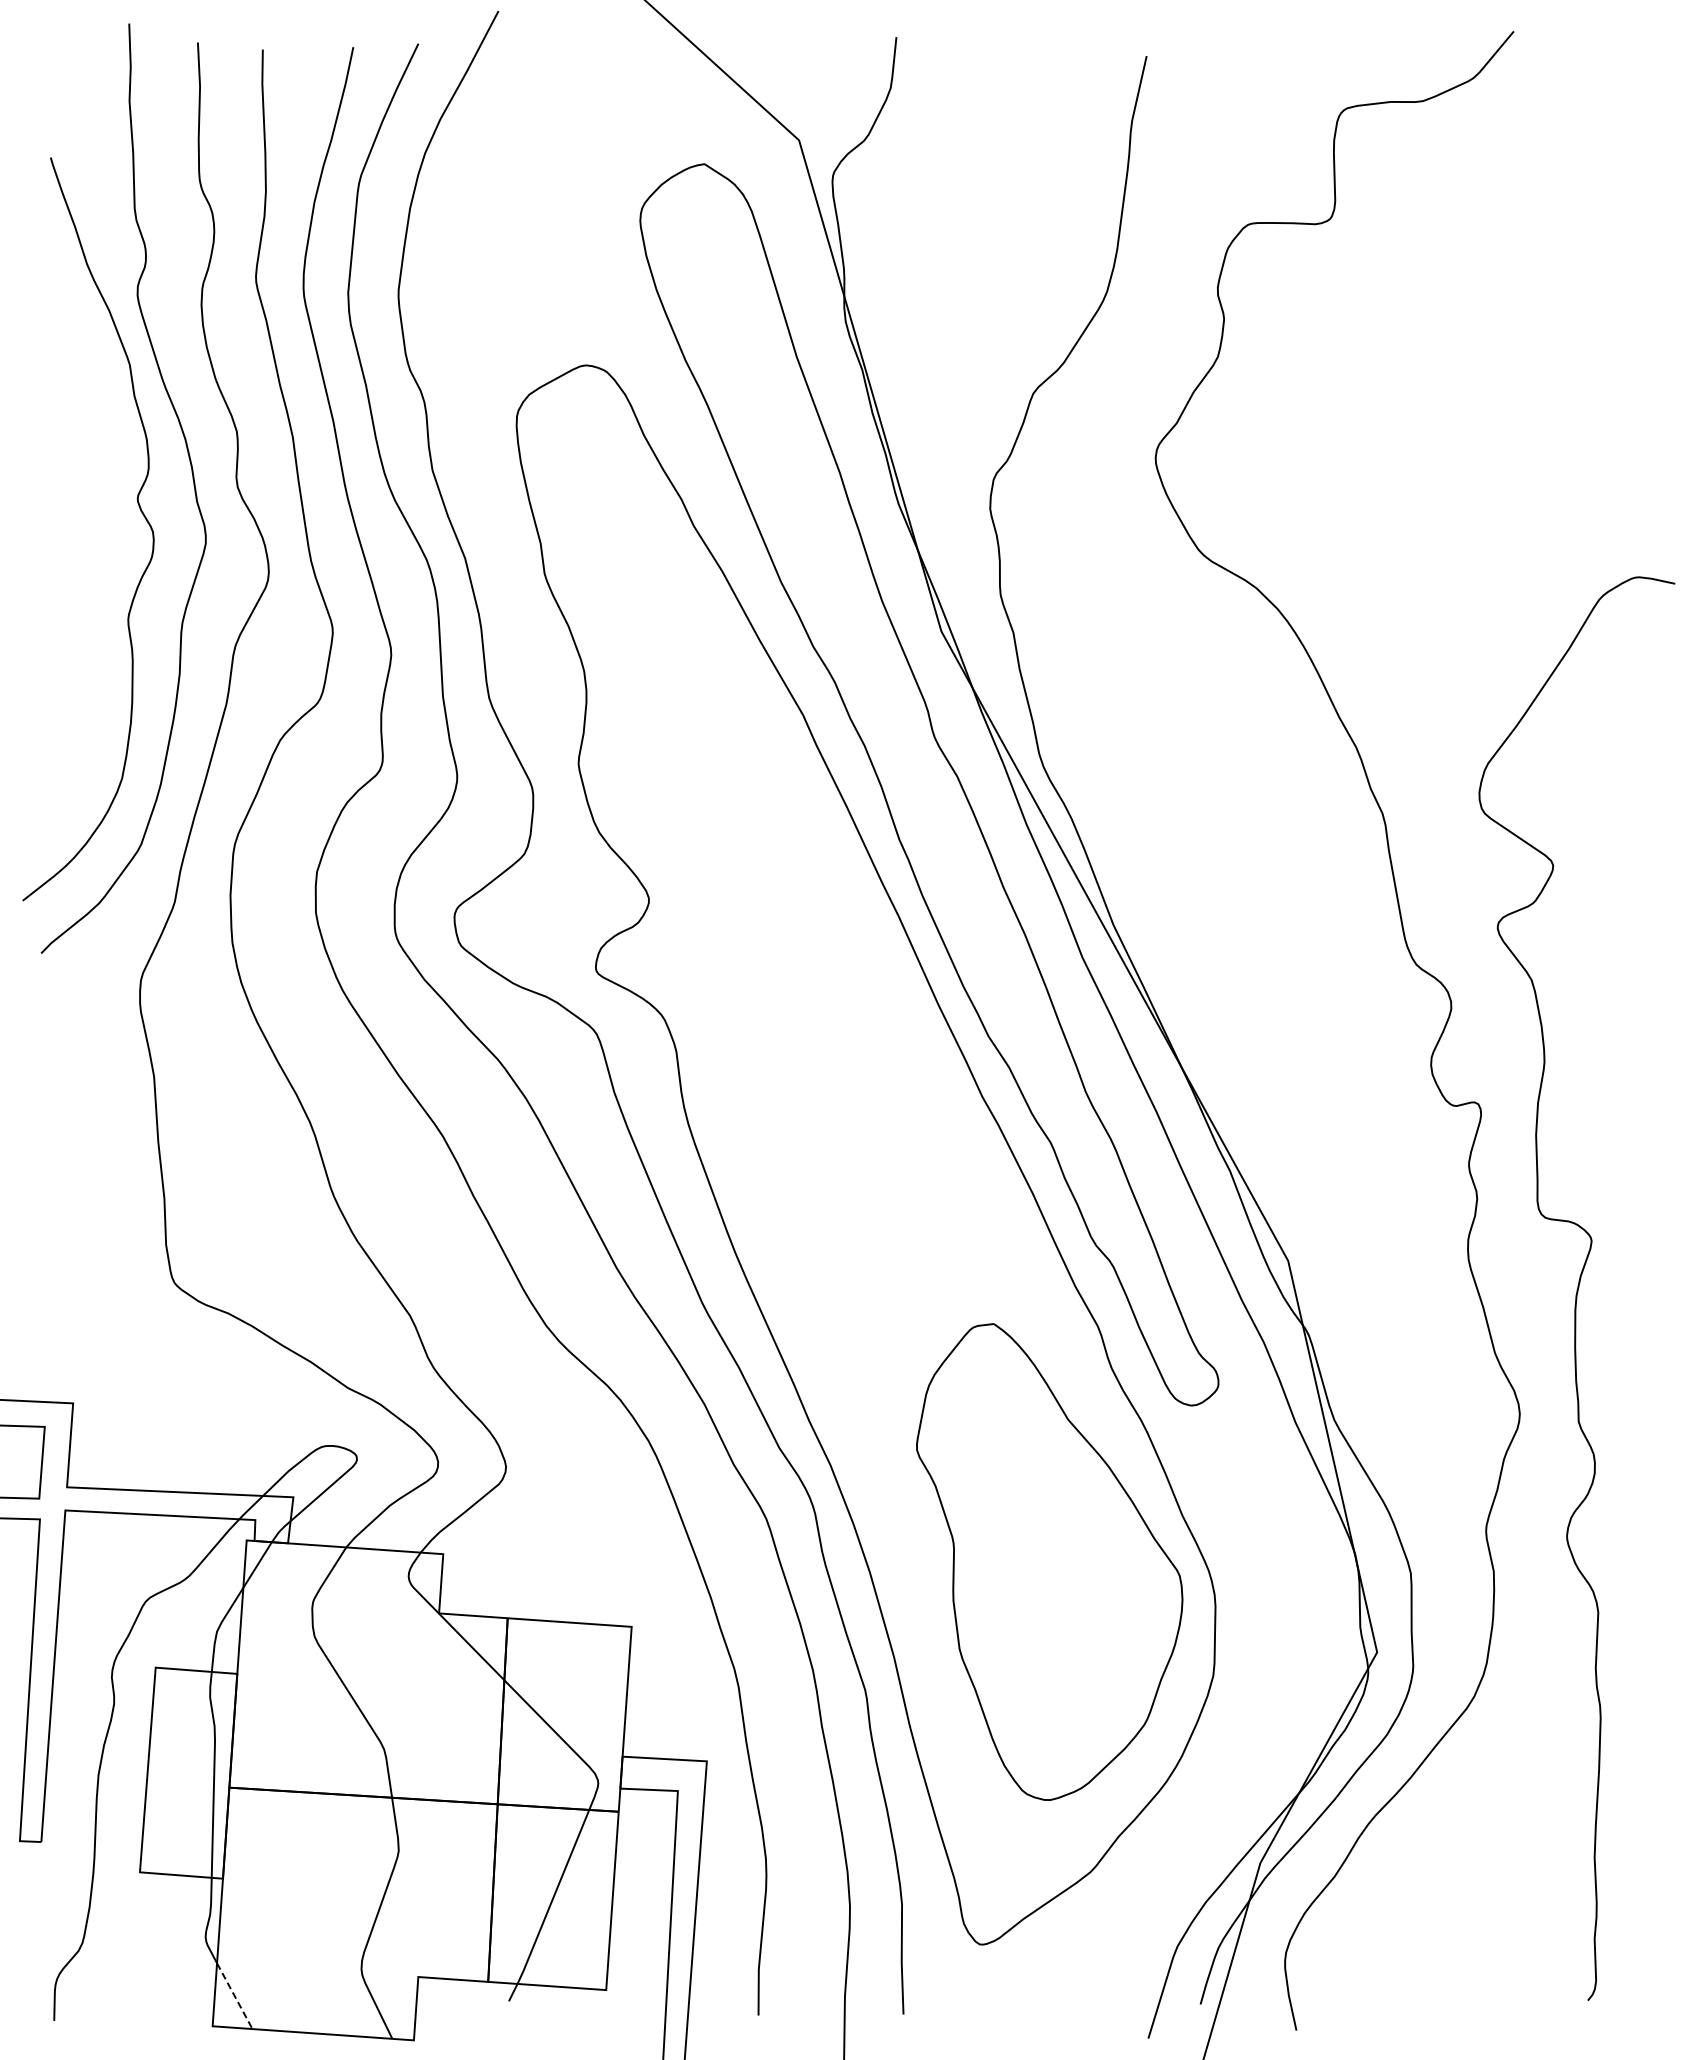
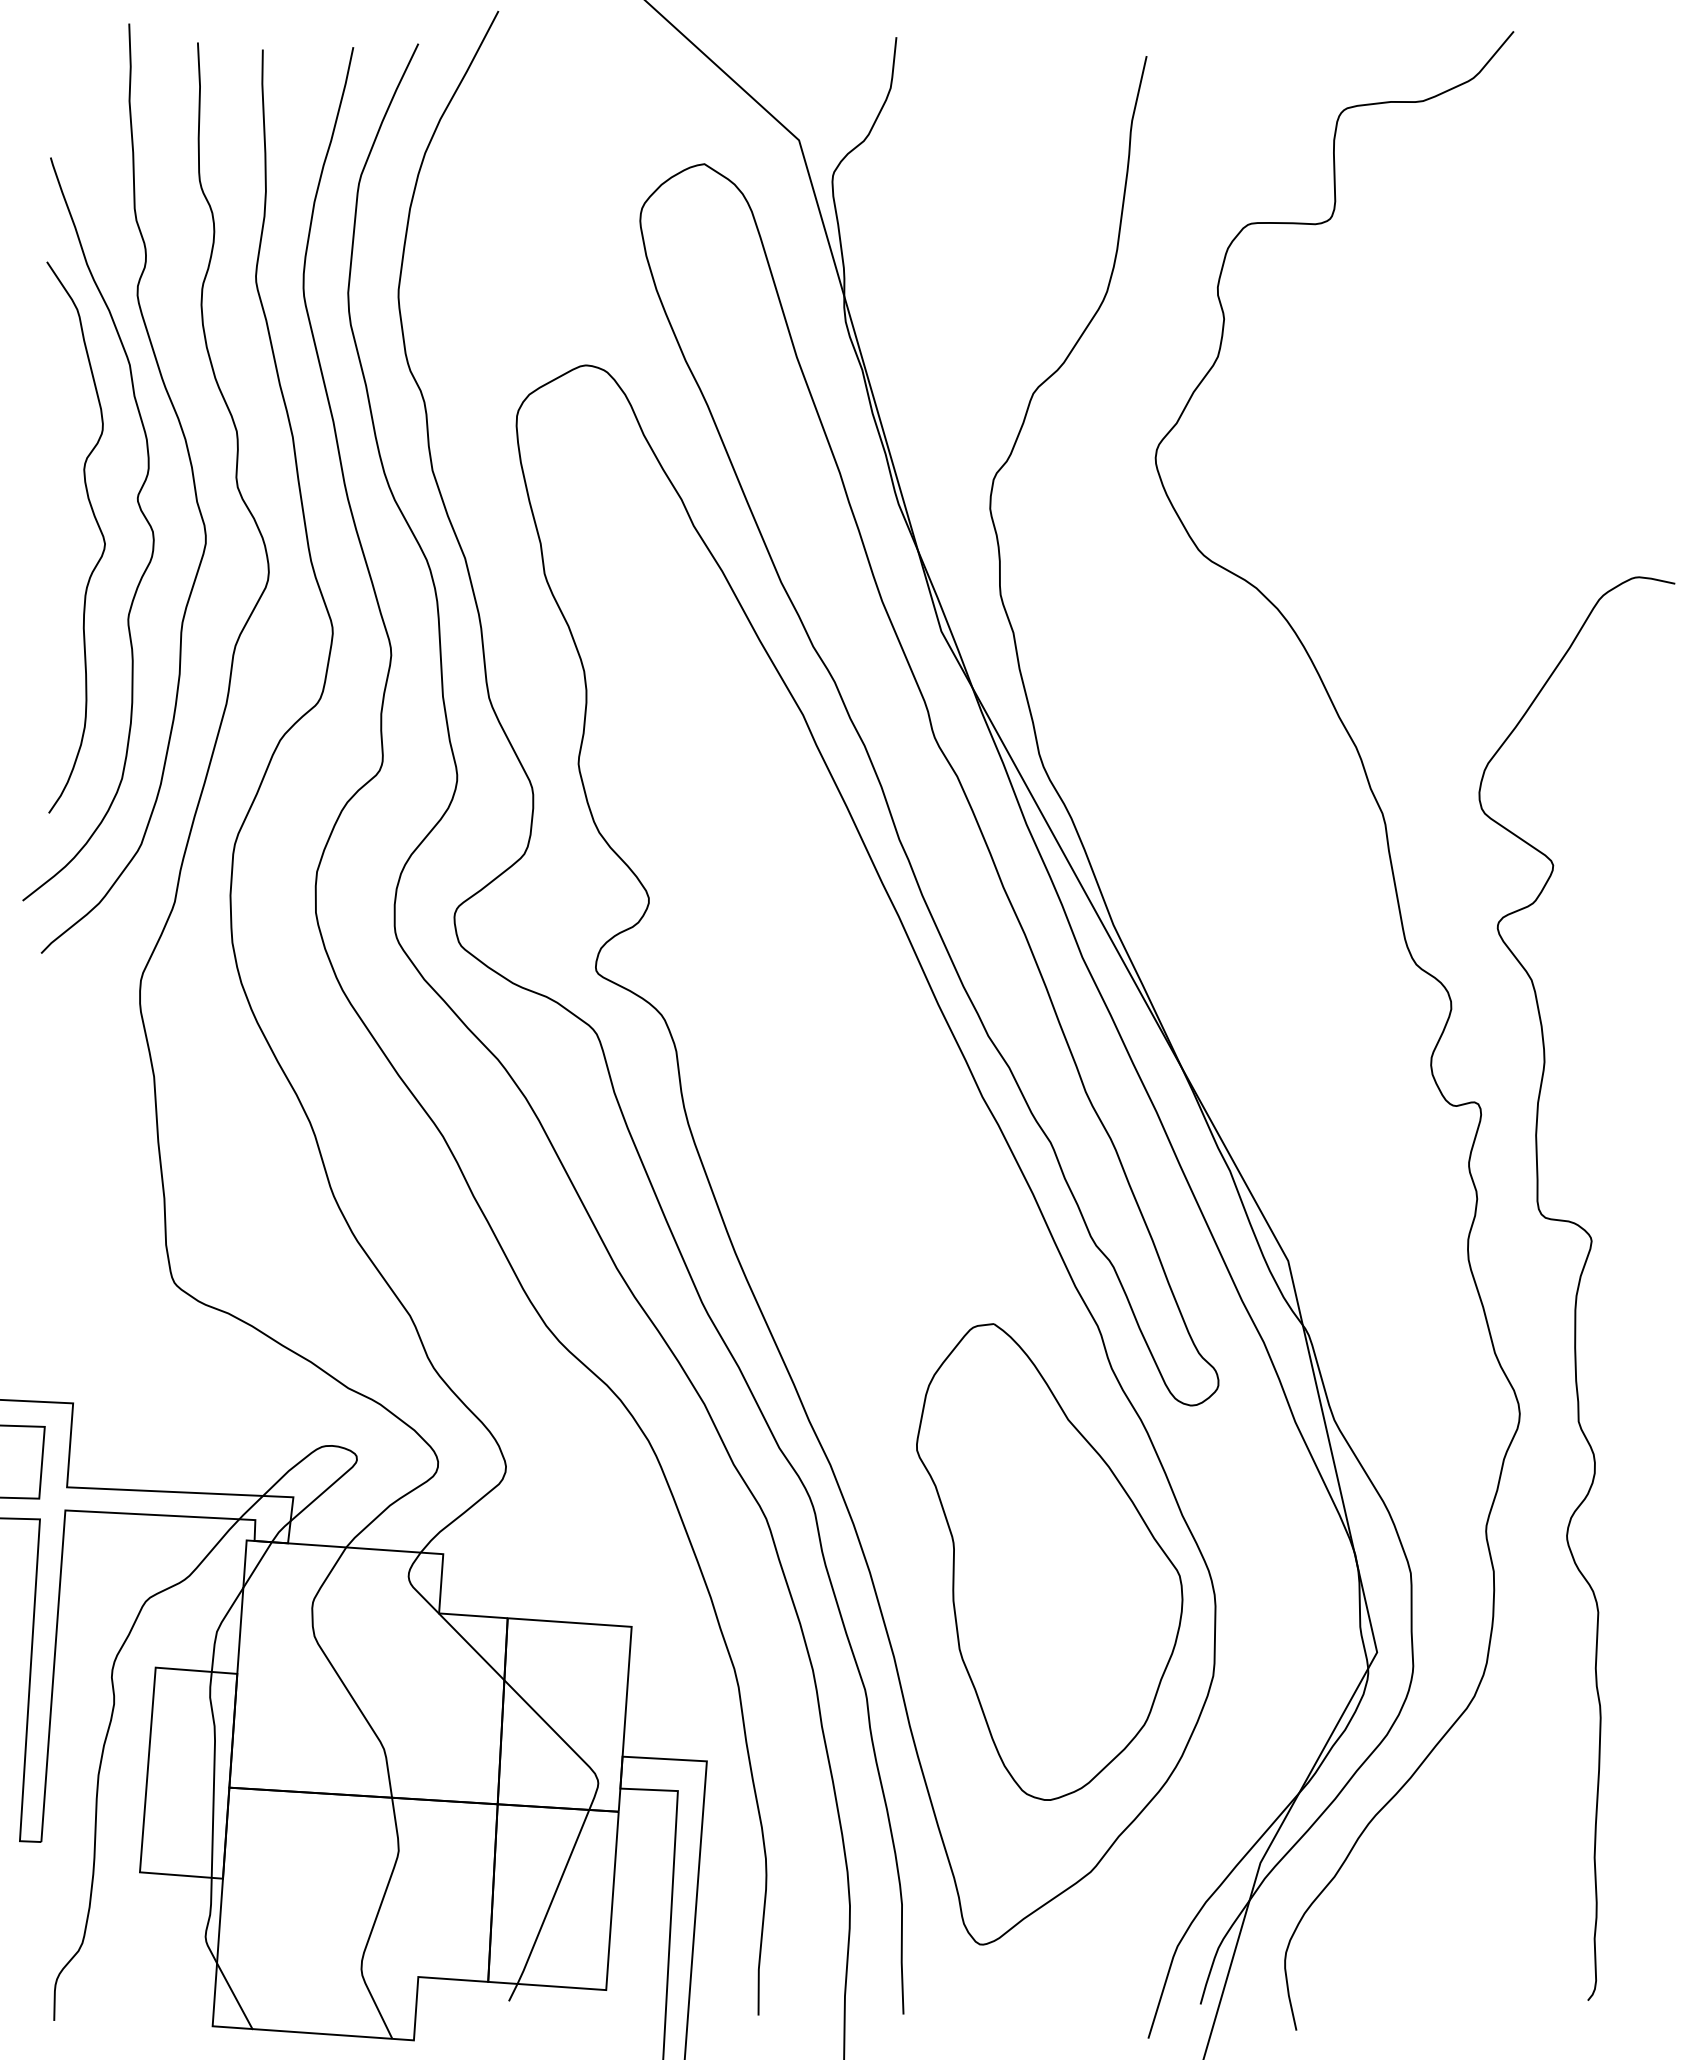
curve at (98, 528): none -> present
line at (235, 1996): dashed -> solid
